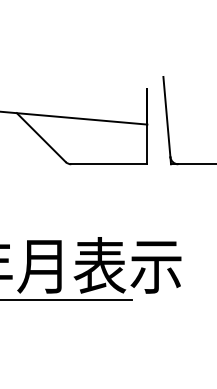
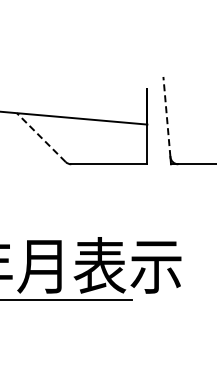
line at (166, 116): solid -> dashed
line at (40, 137): solid -> dashed
